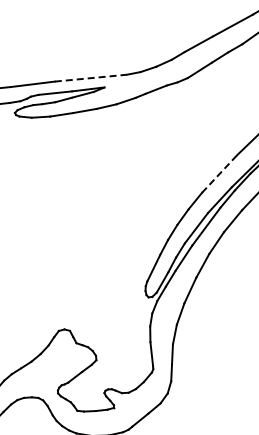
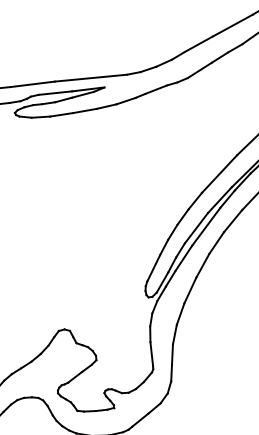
line at (91, 78): dashed -> solid
line at (219, 173): dashed -> solid
